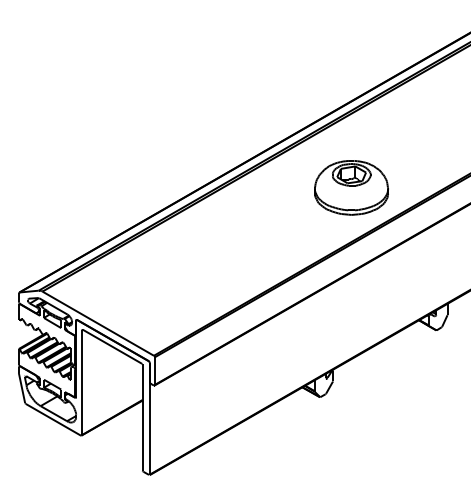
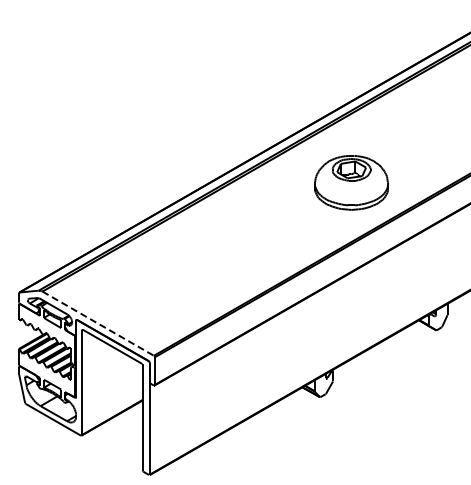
part at (351, 187) position: (351, 187) -> (351, 182)
line at (98, 323): solid -> dashed
